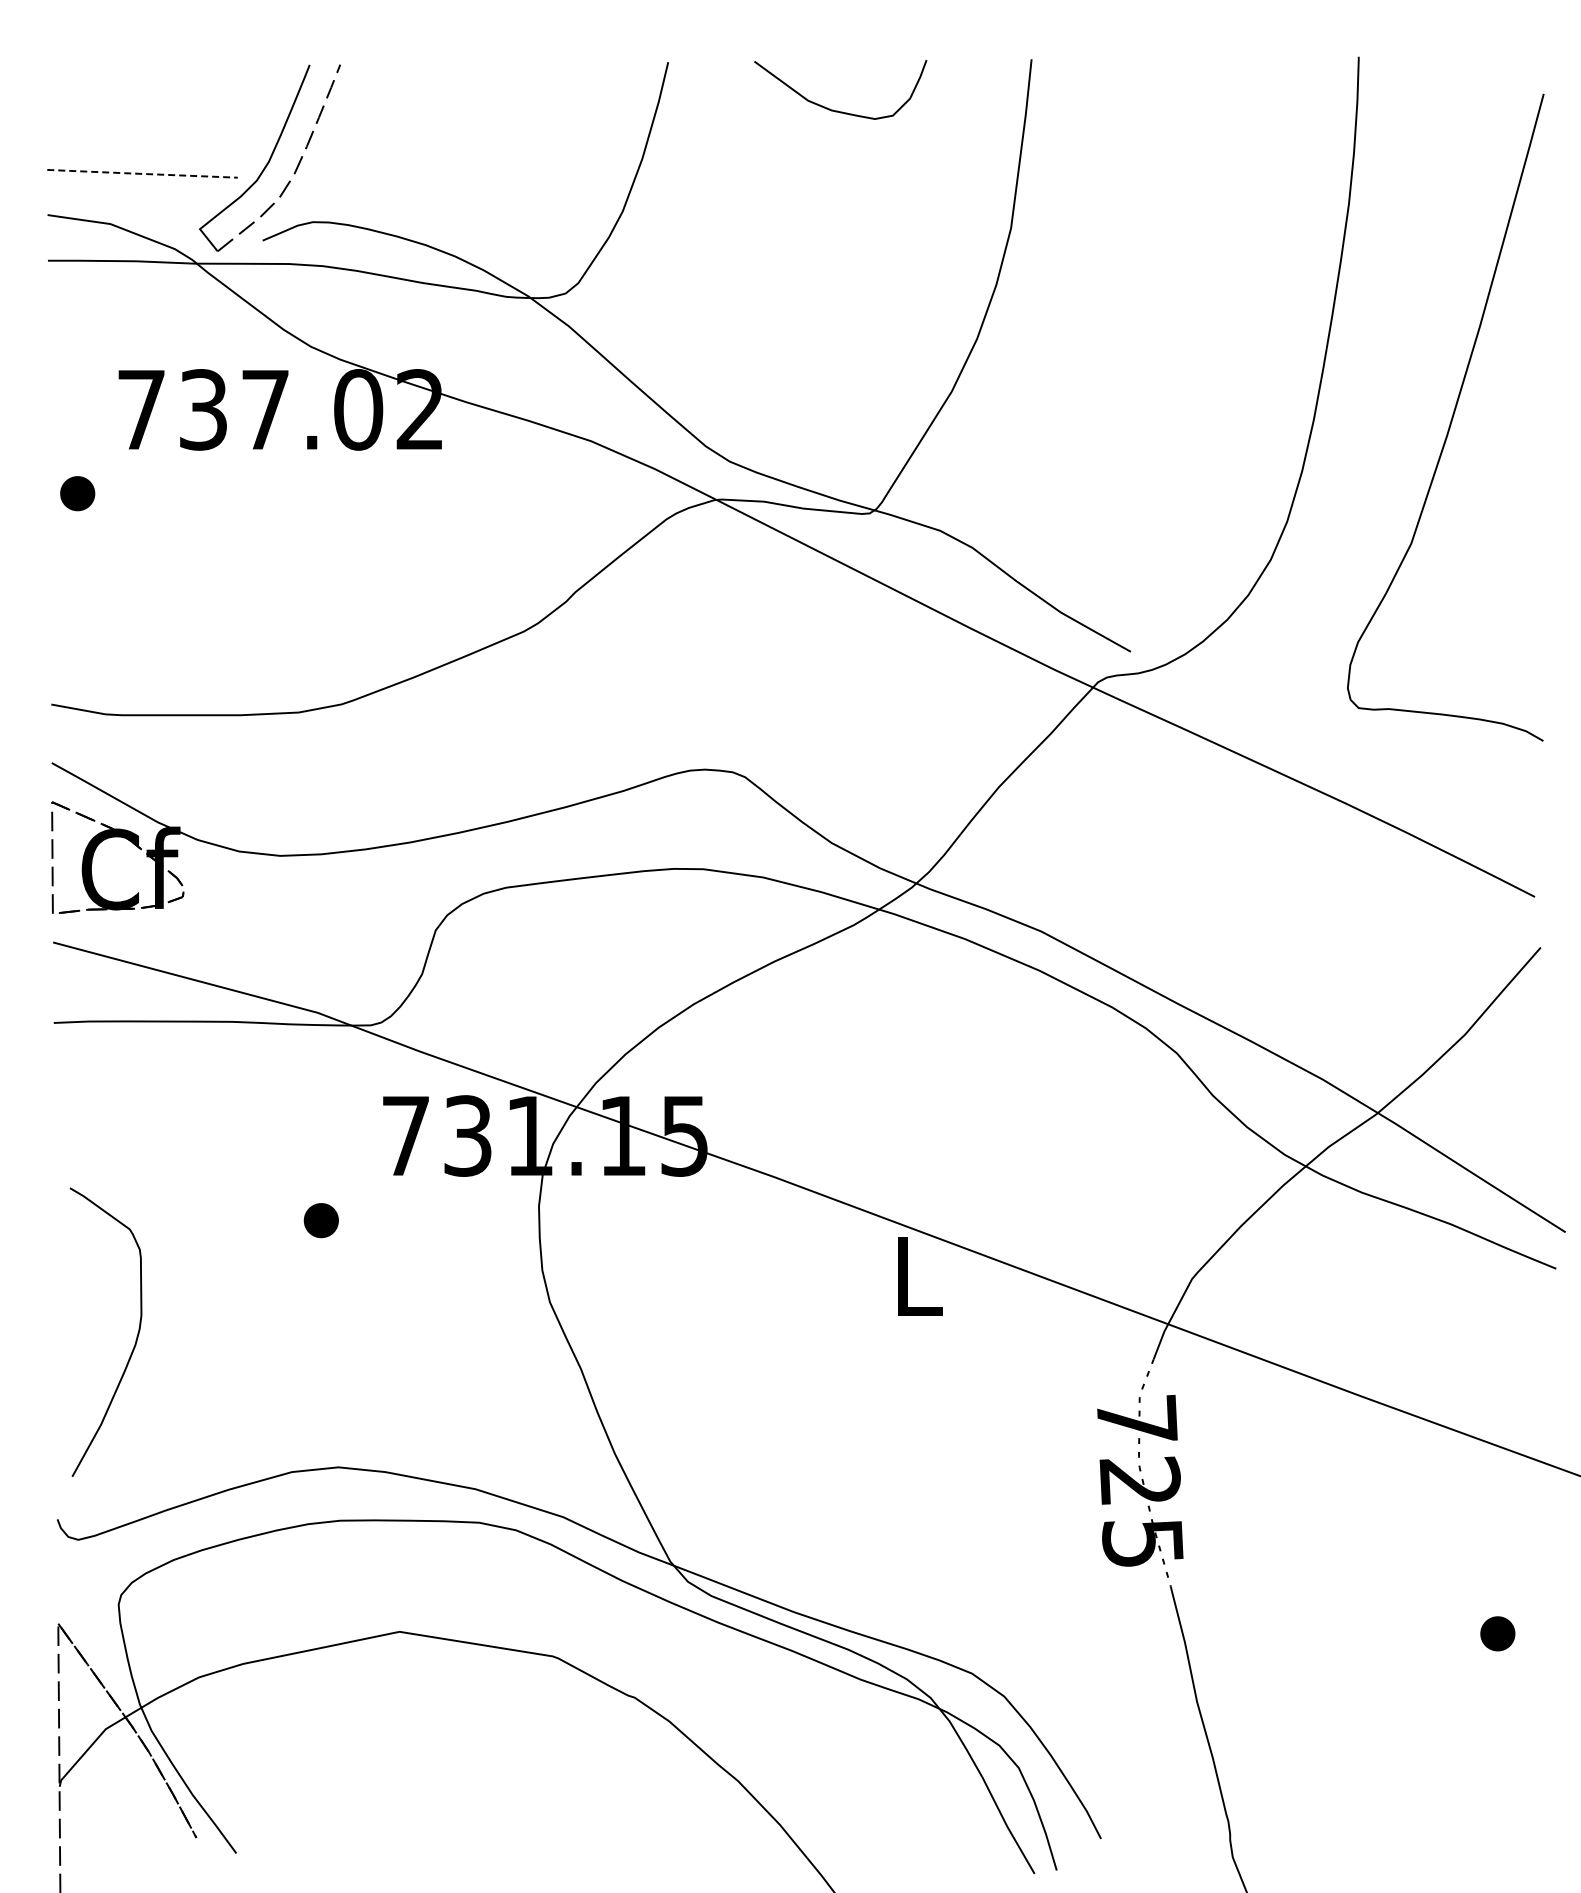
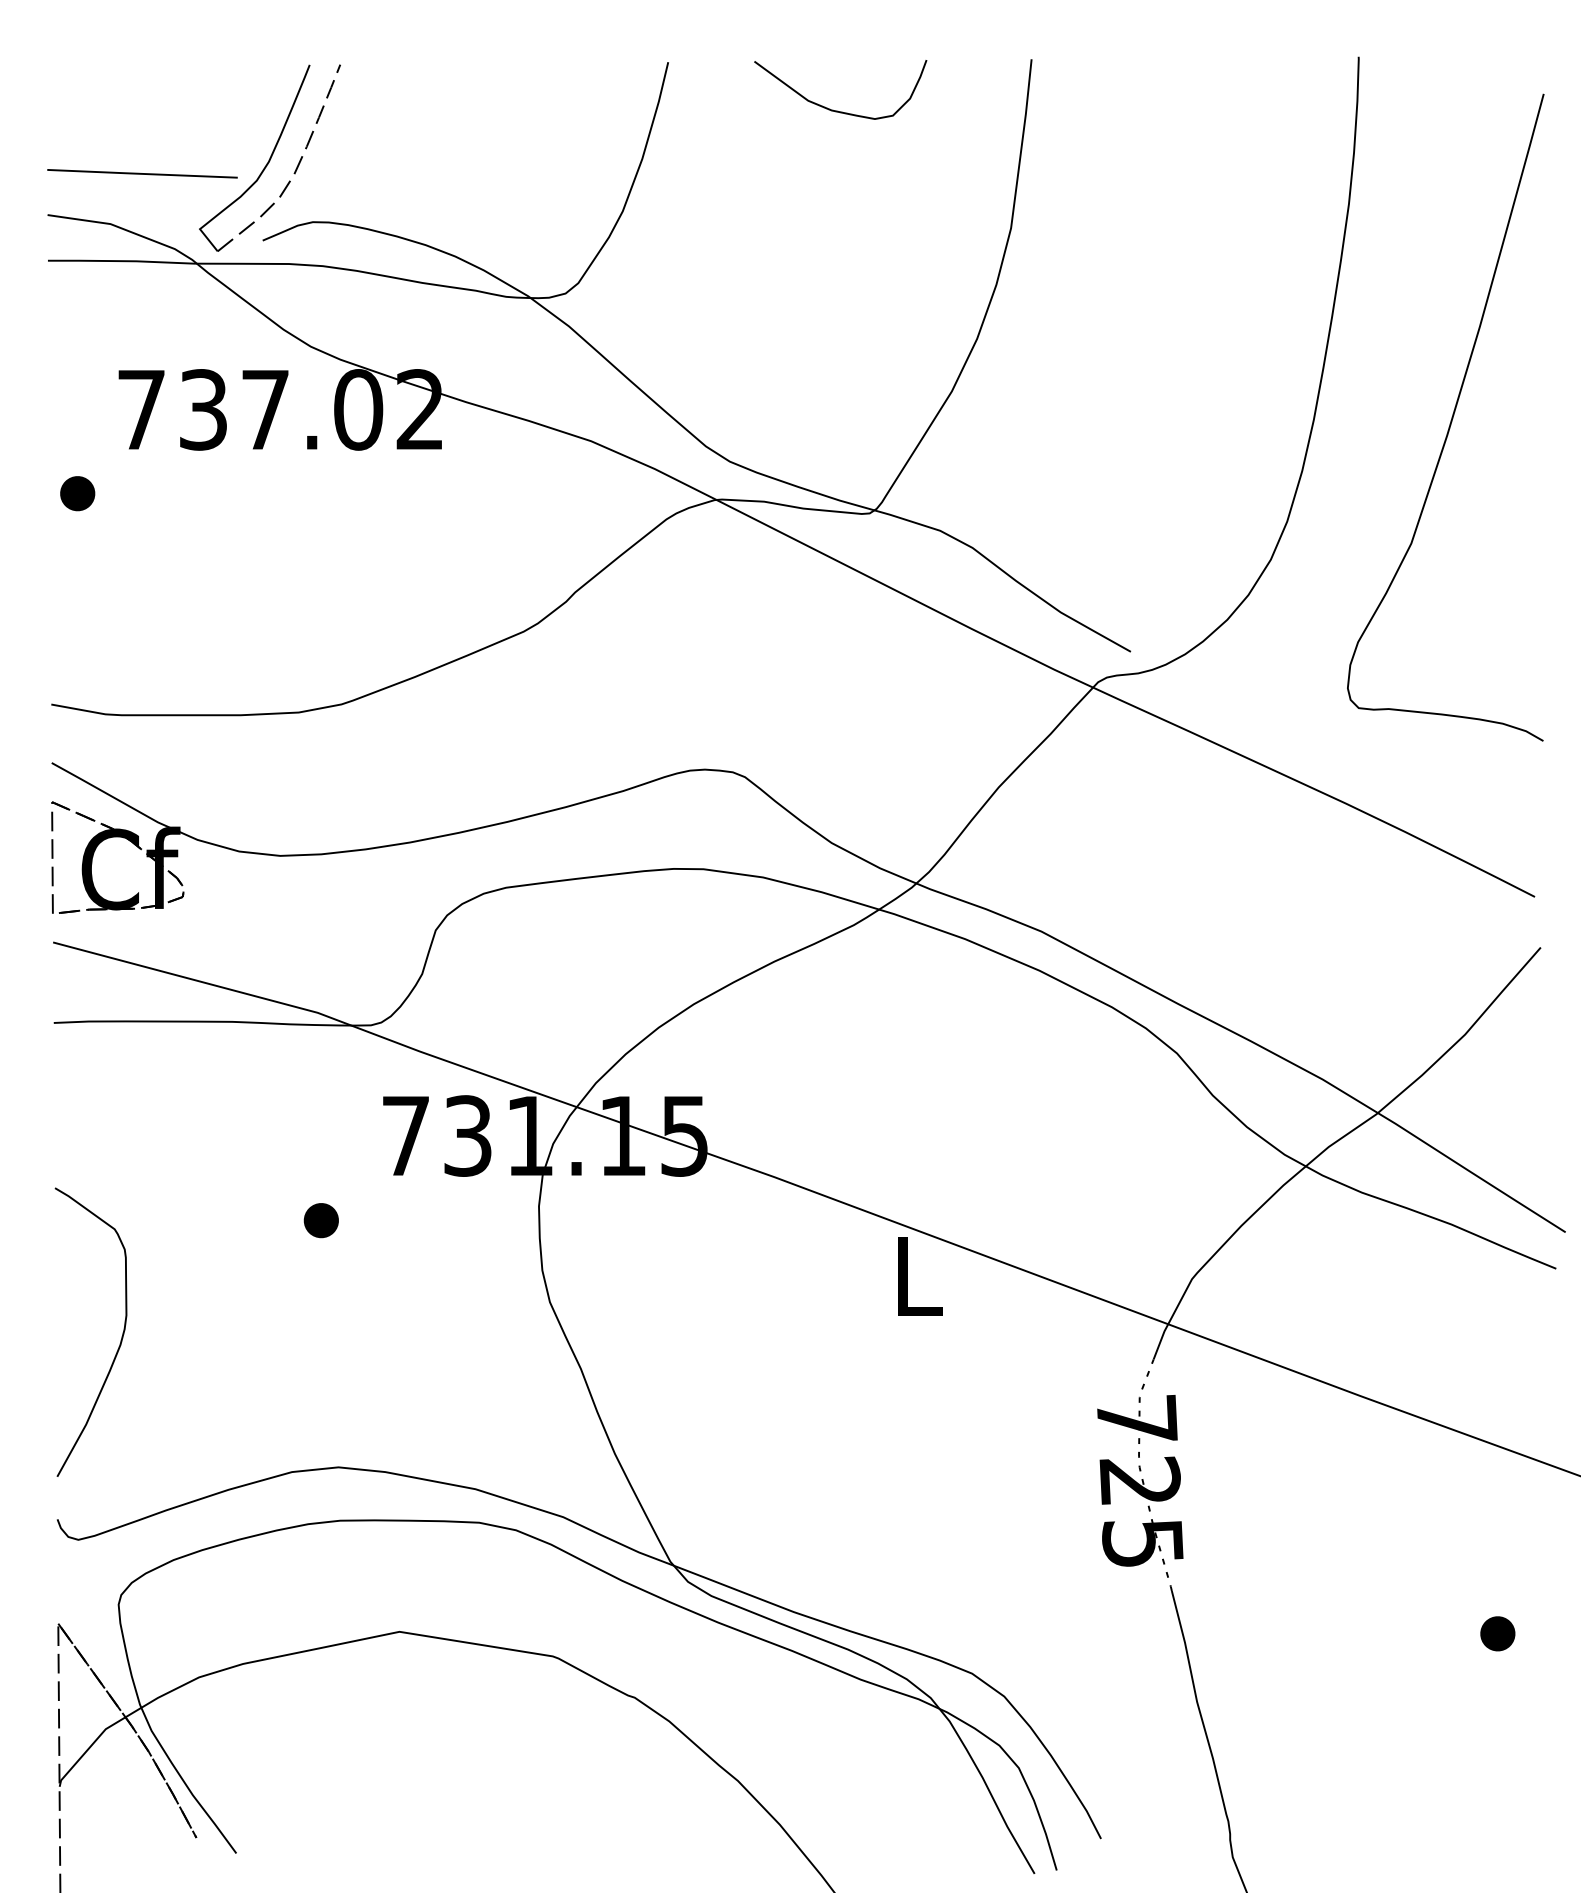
line at (142, 173): dashed -> solid
curve at (135, 1340) position: (135, 1340) -> (120, 1340)
